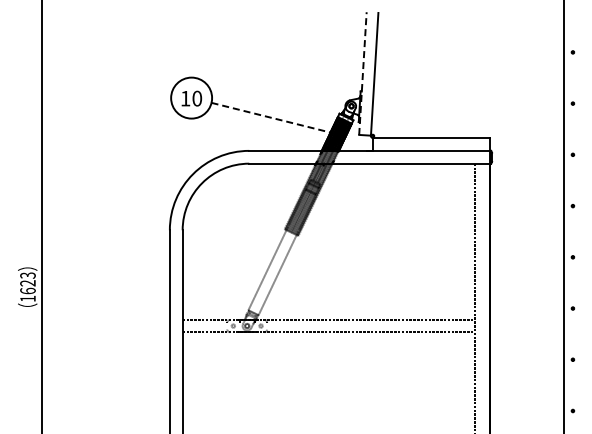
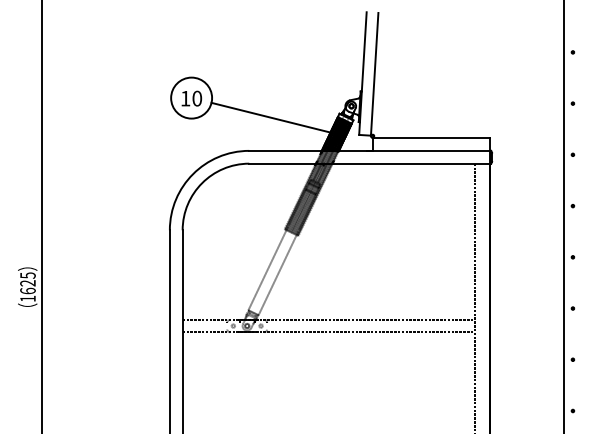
line at (362, 73): dashed -> solid
line at (275, 118): dashed -> solid
text at (27, 275): 1623 -> 1625
